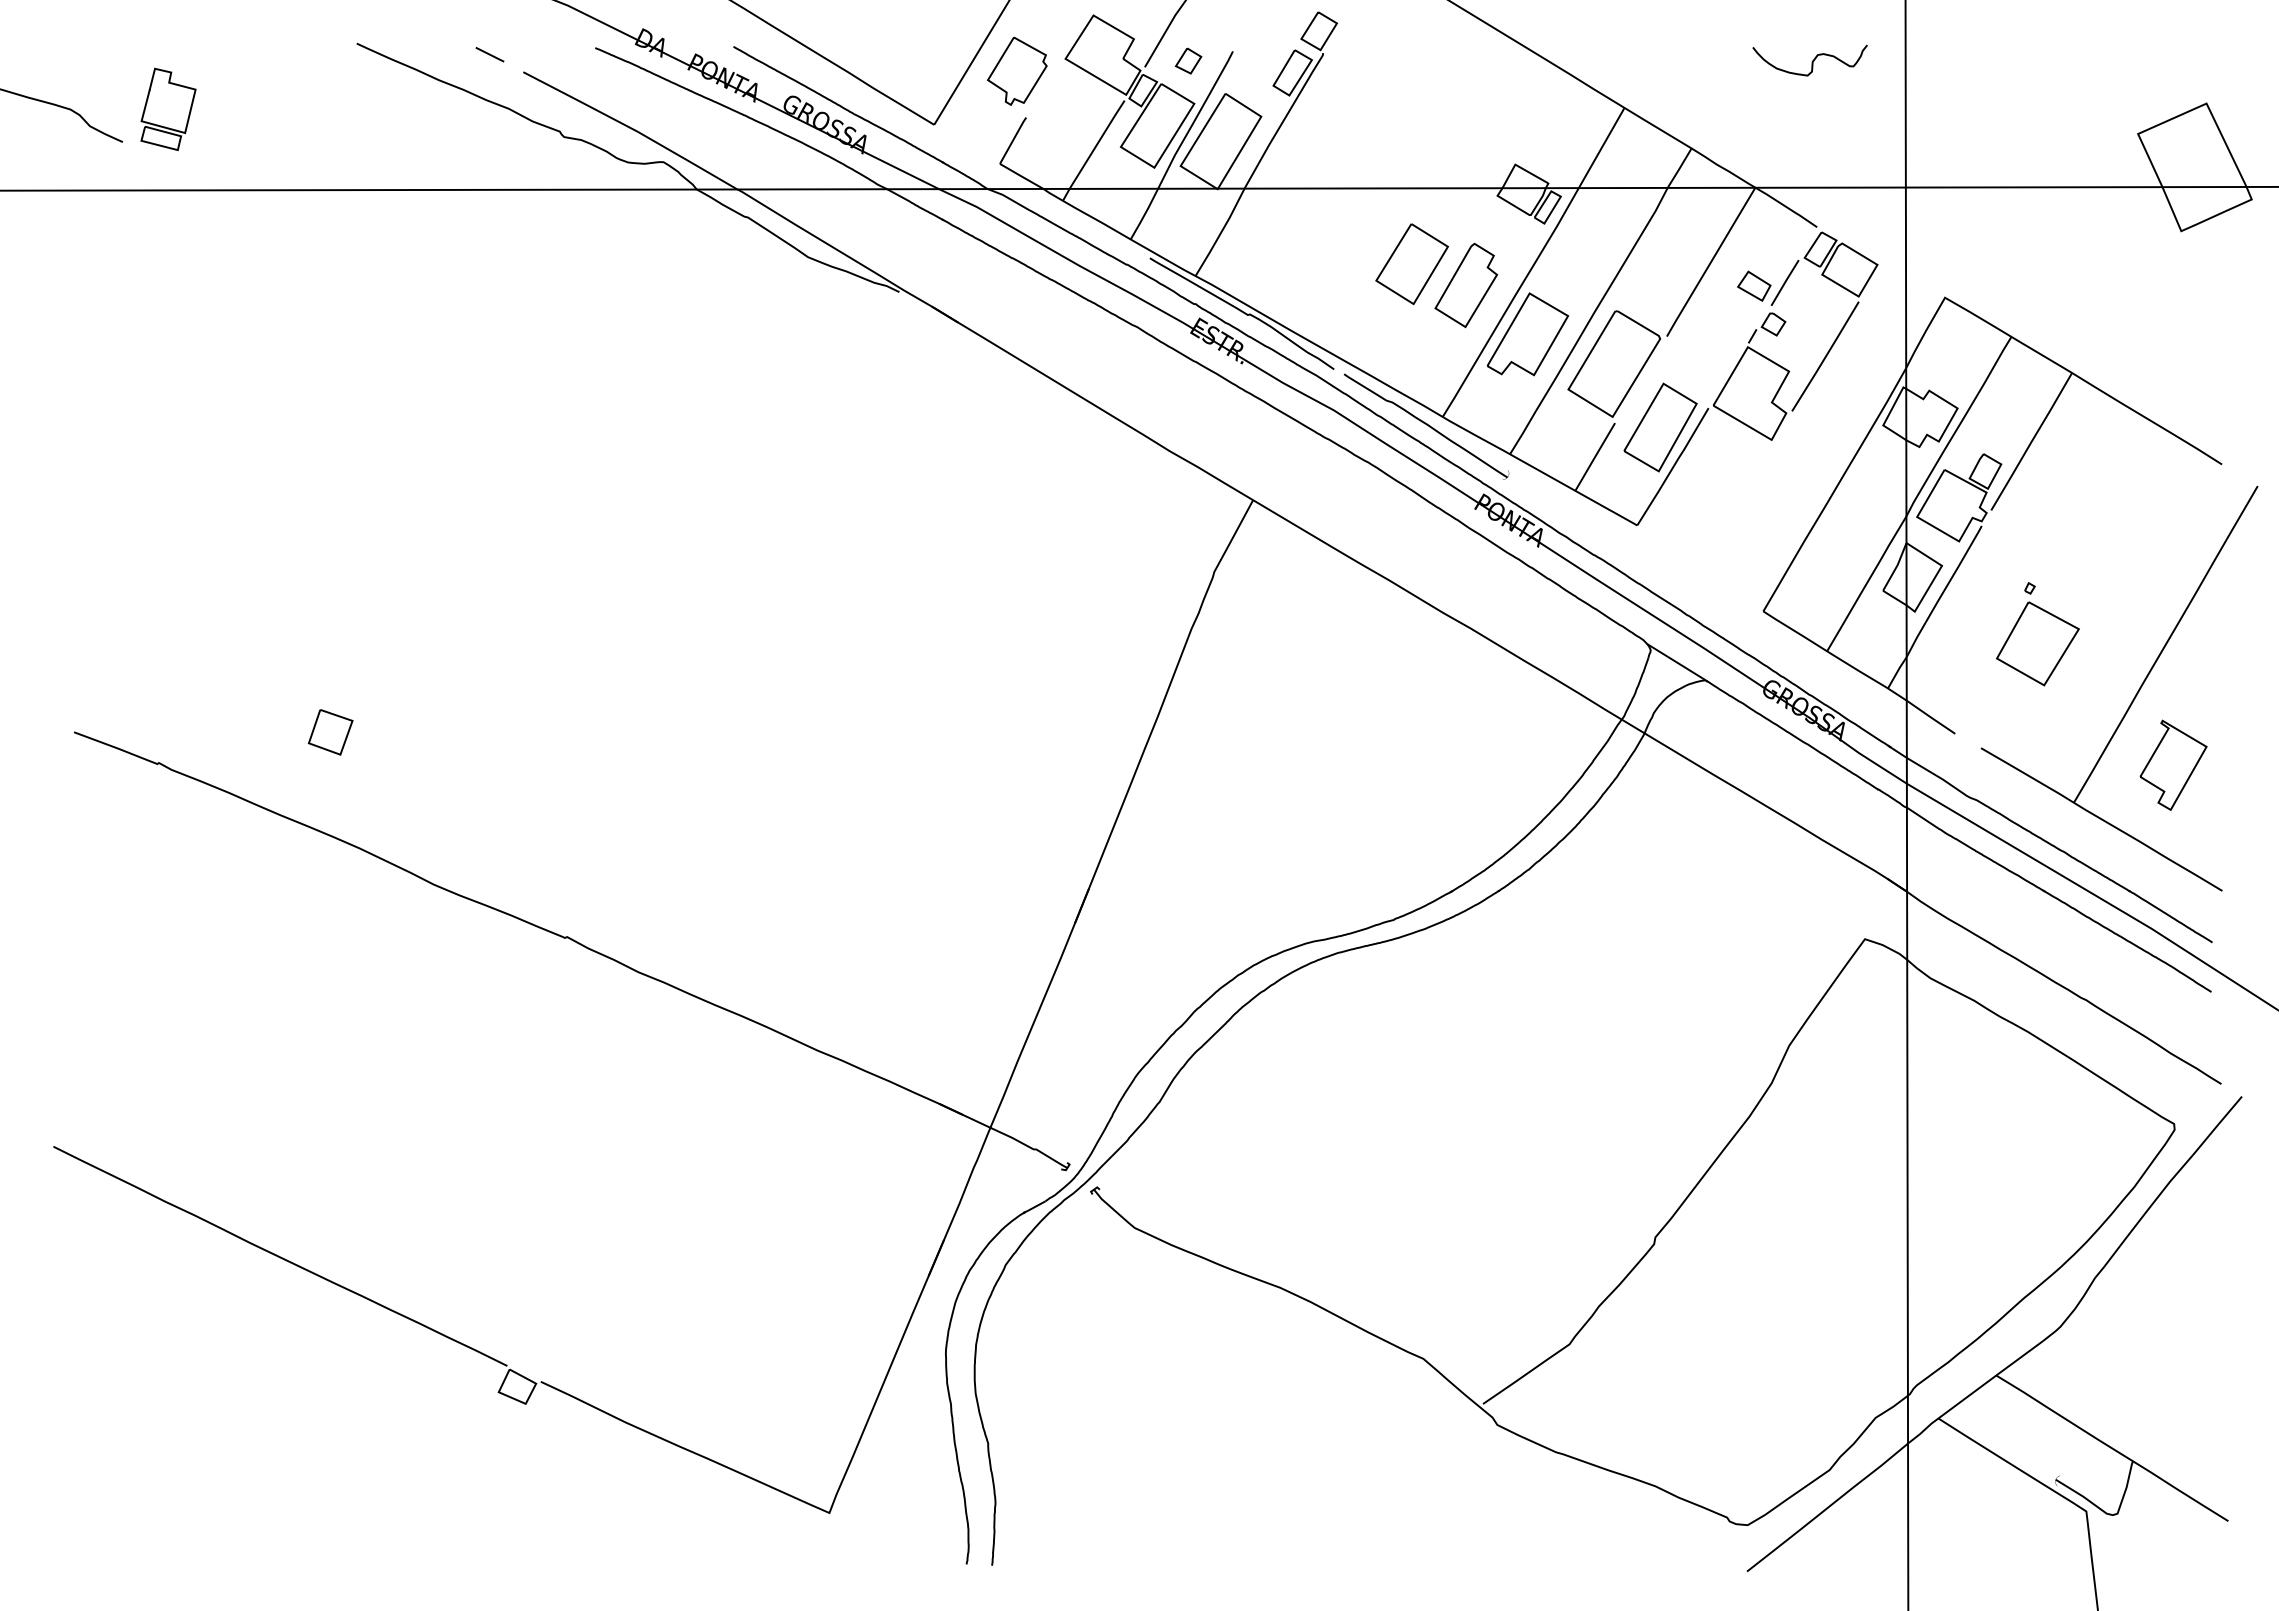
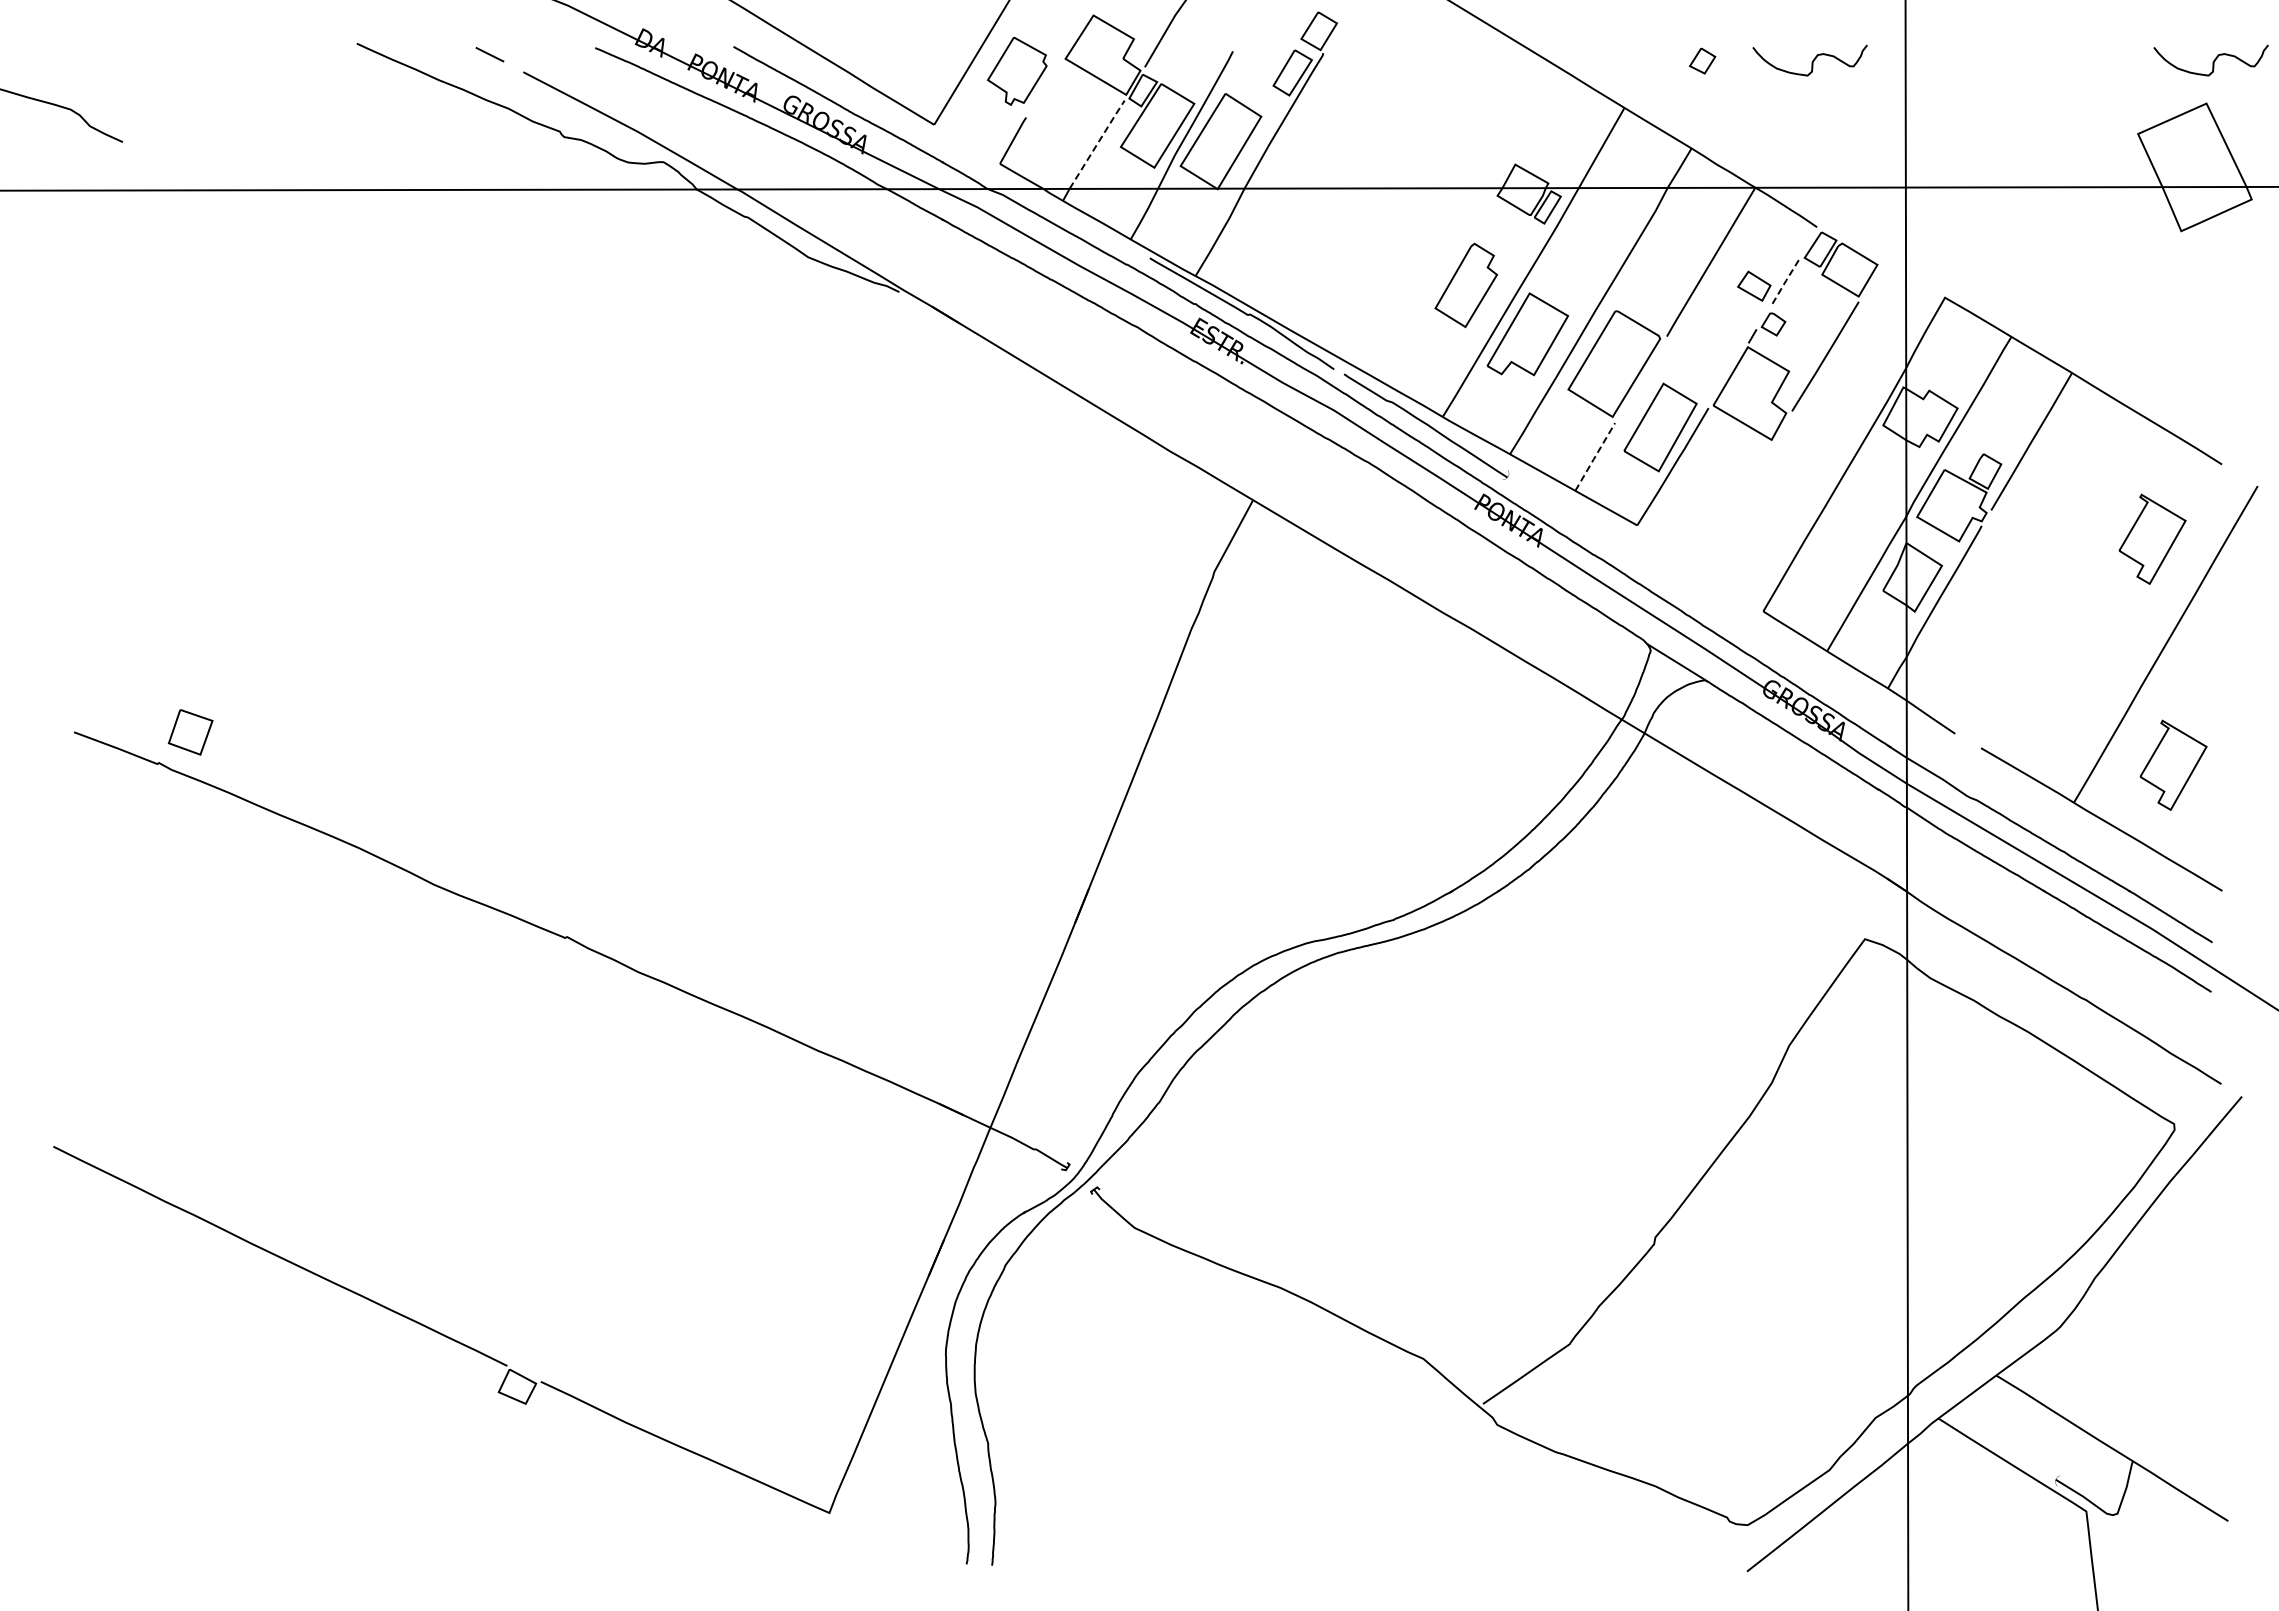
part at (1188, 60) position: (1188, 60) -> (1702, 60)
curve at (2212, 61): none -> present
part at (168, 109): present -> none
line at (1097, 144): solid -> dashed
part at (1411, 264): present -> none
line at (1785, 282): solid -> dashed
line at (1595, 456): solid -> dashed
part at (2152, 538): none -> present
part at (2037, 634): present -> none
part at (330, 732) position: (330, 732) -> (190, 732)
